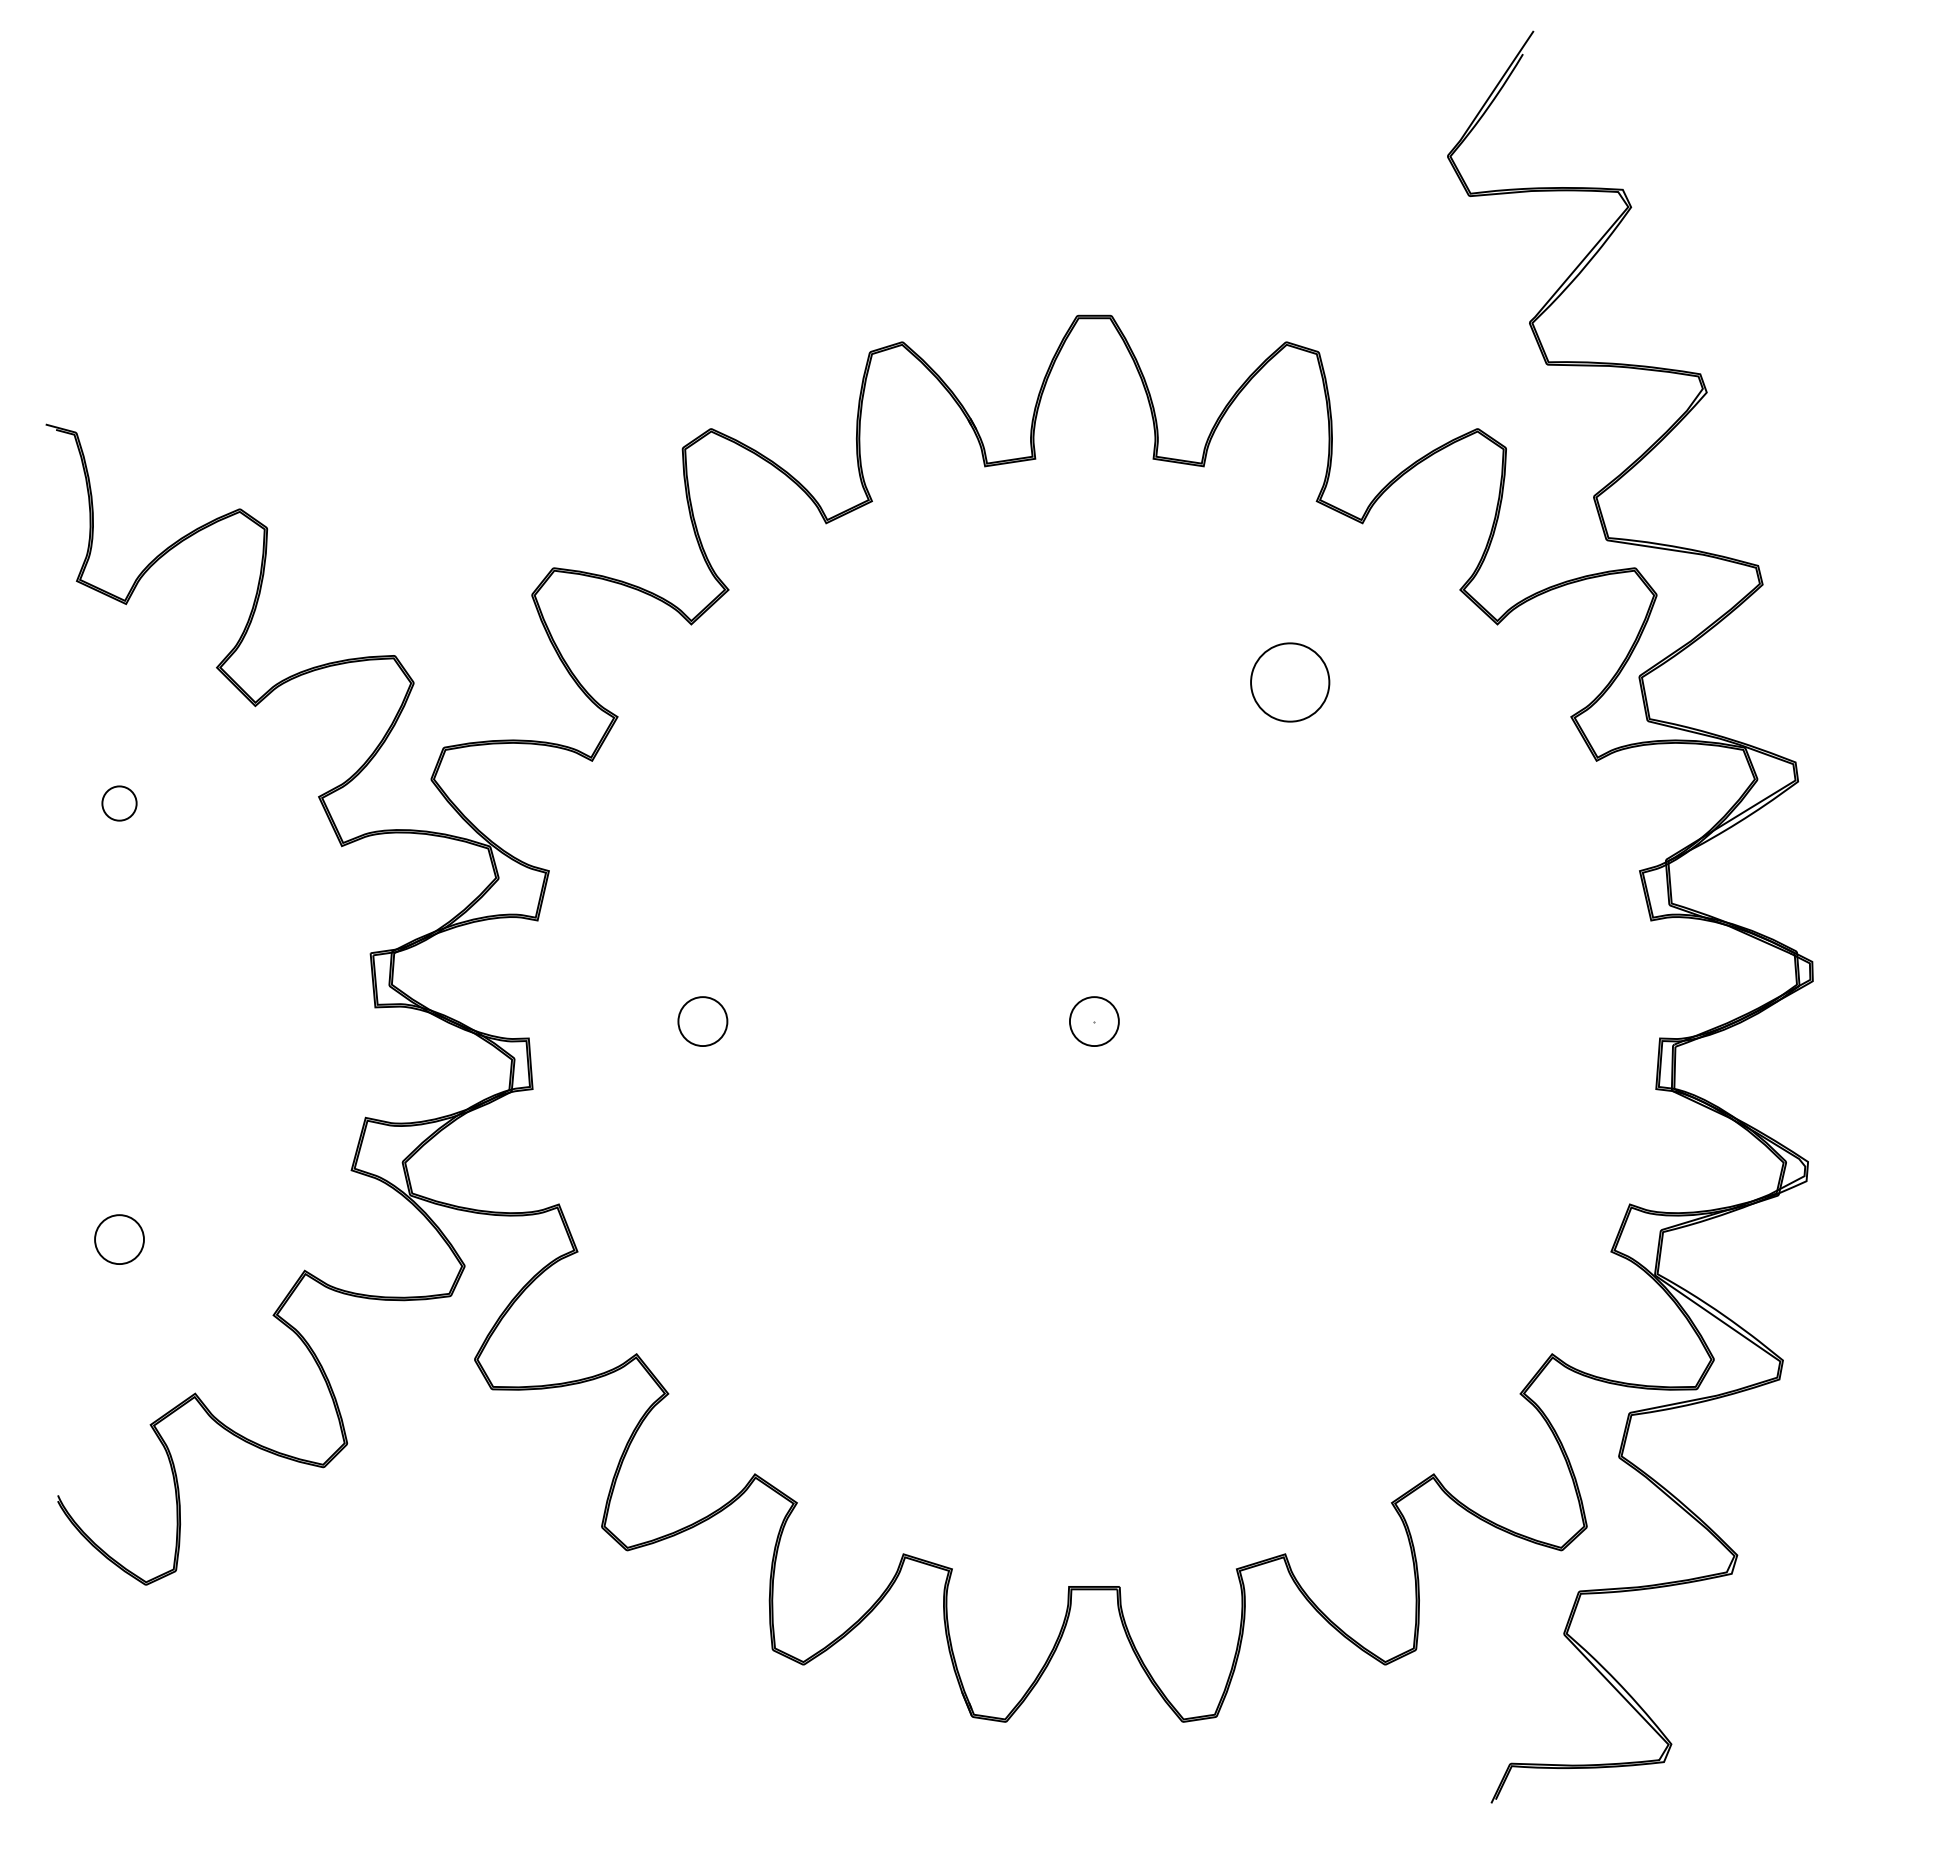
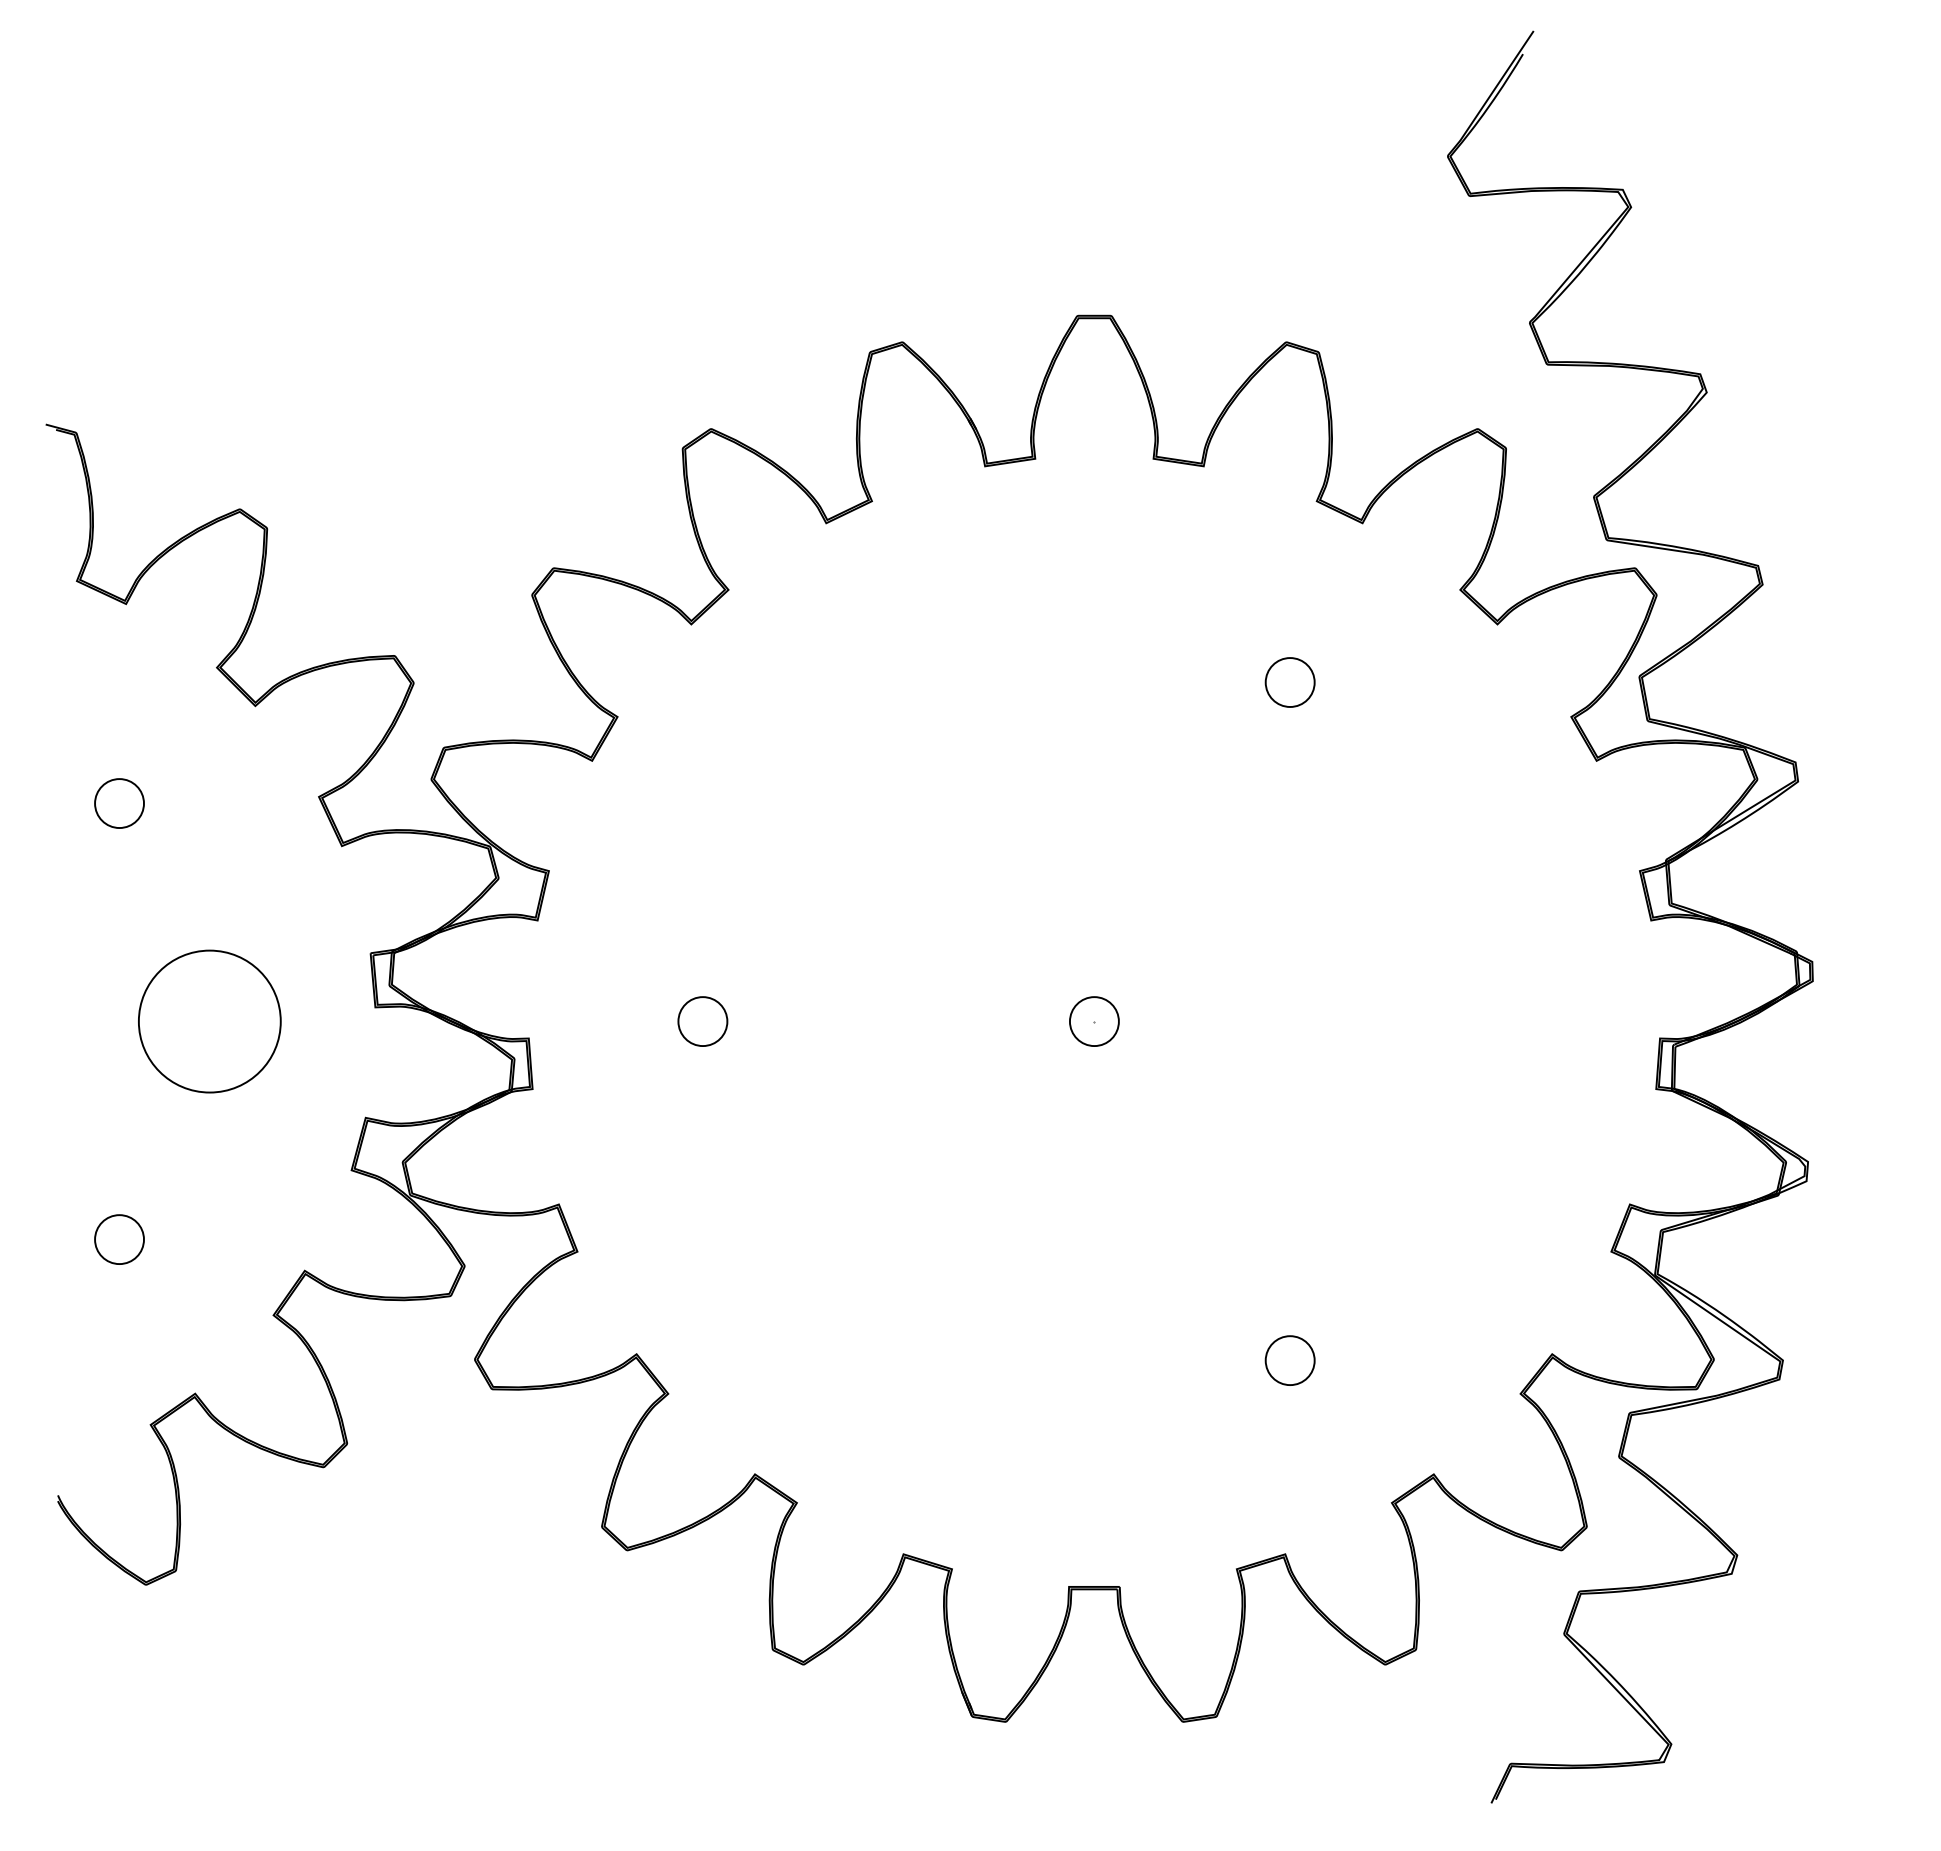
circle at (1290, 682) diameter: 78 px -> 49 px
circle at (119, 803) diameter: 34 px -> 49 px
part at (209, 1021): none -> present
circle at (1289, 1360): none -> present
